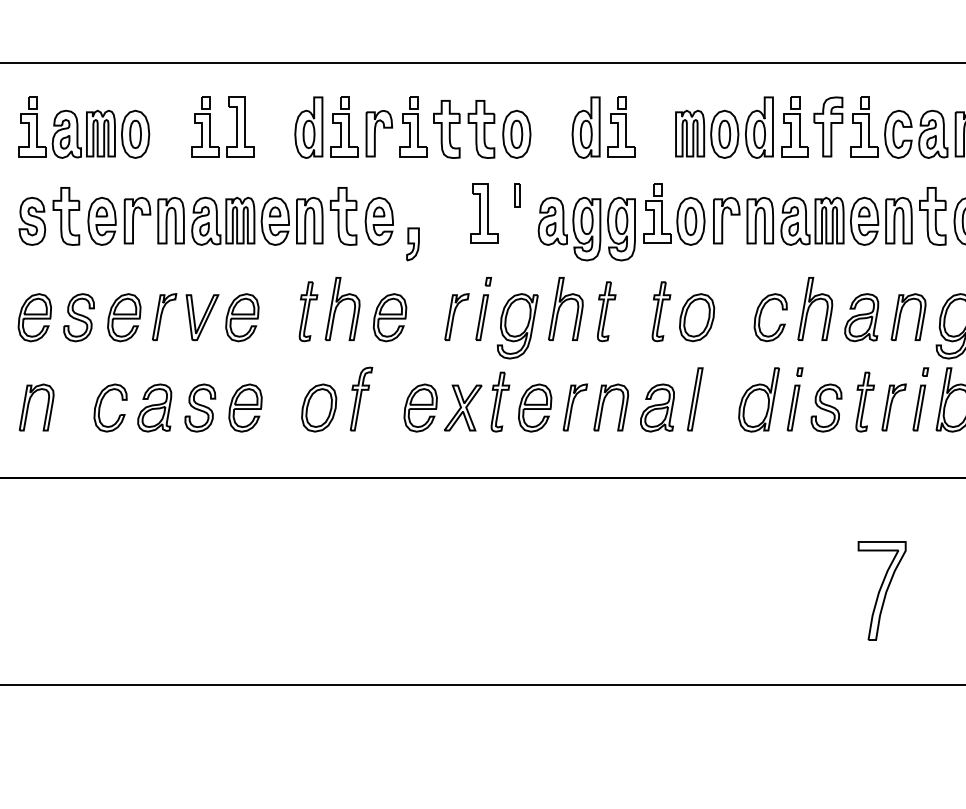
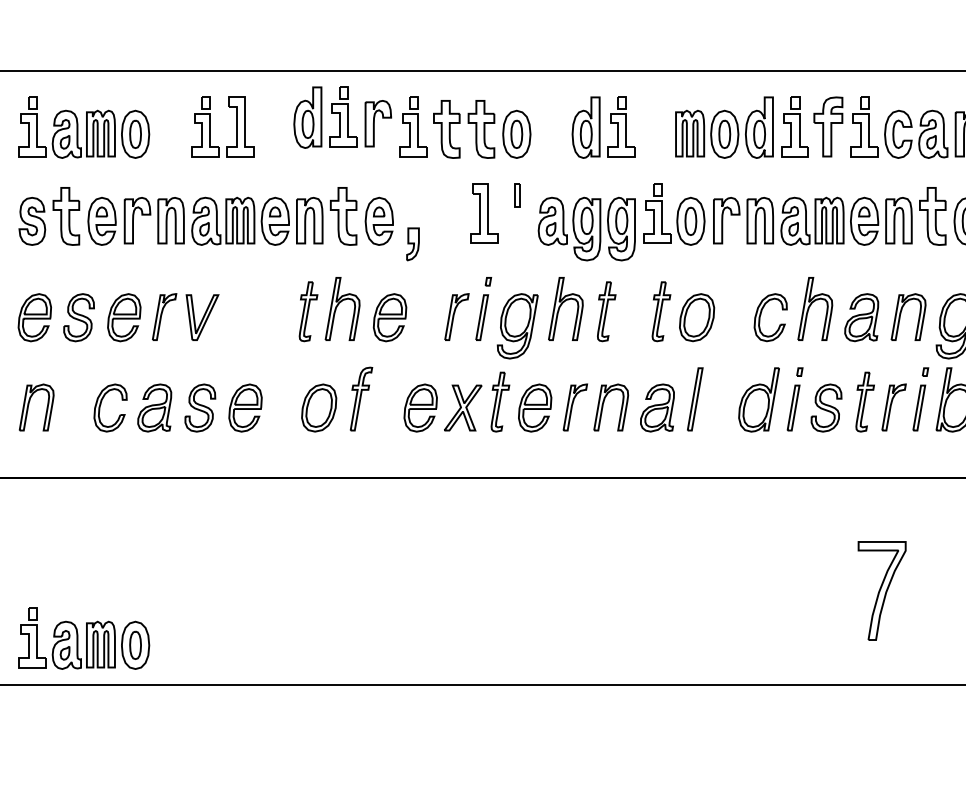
line at (482, 62) position: (482, 62) -> (482, 70)
part at (343, 127) position: (343, 127) -> (342, 117)
part at (242, 317): present -> none
part at (84, 638): none -> present
